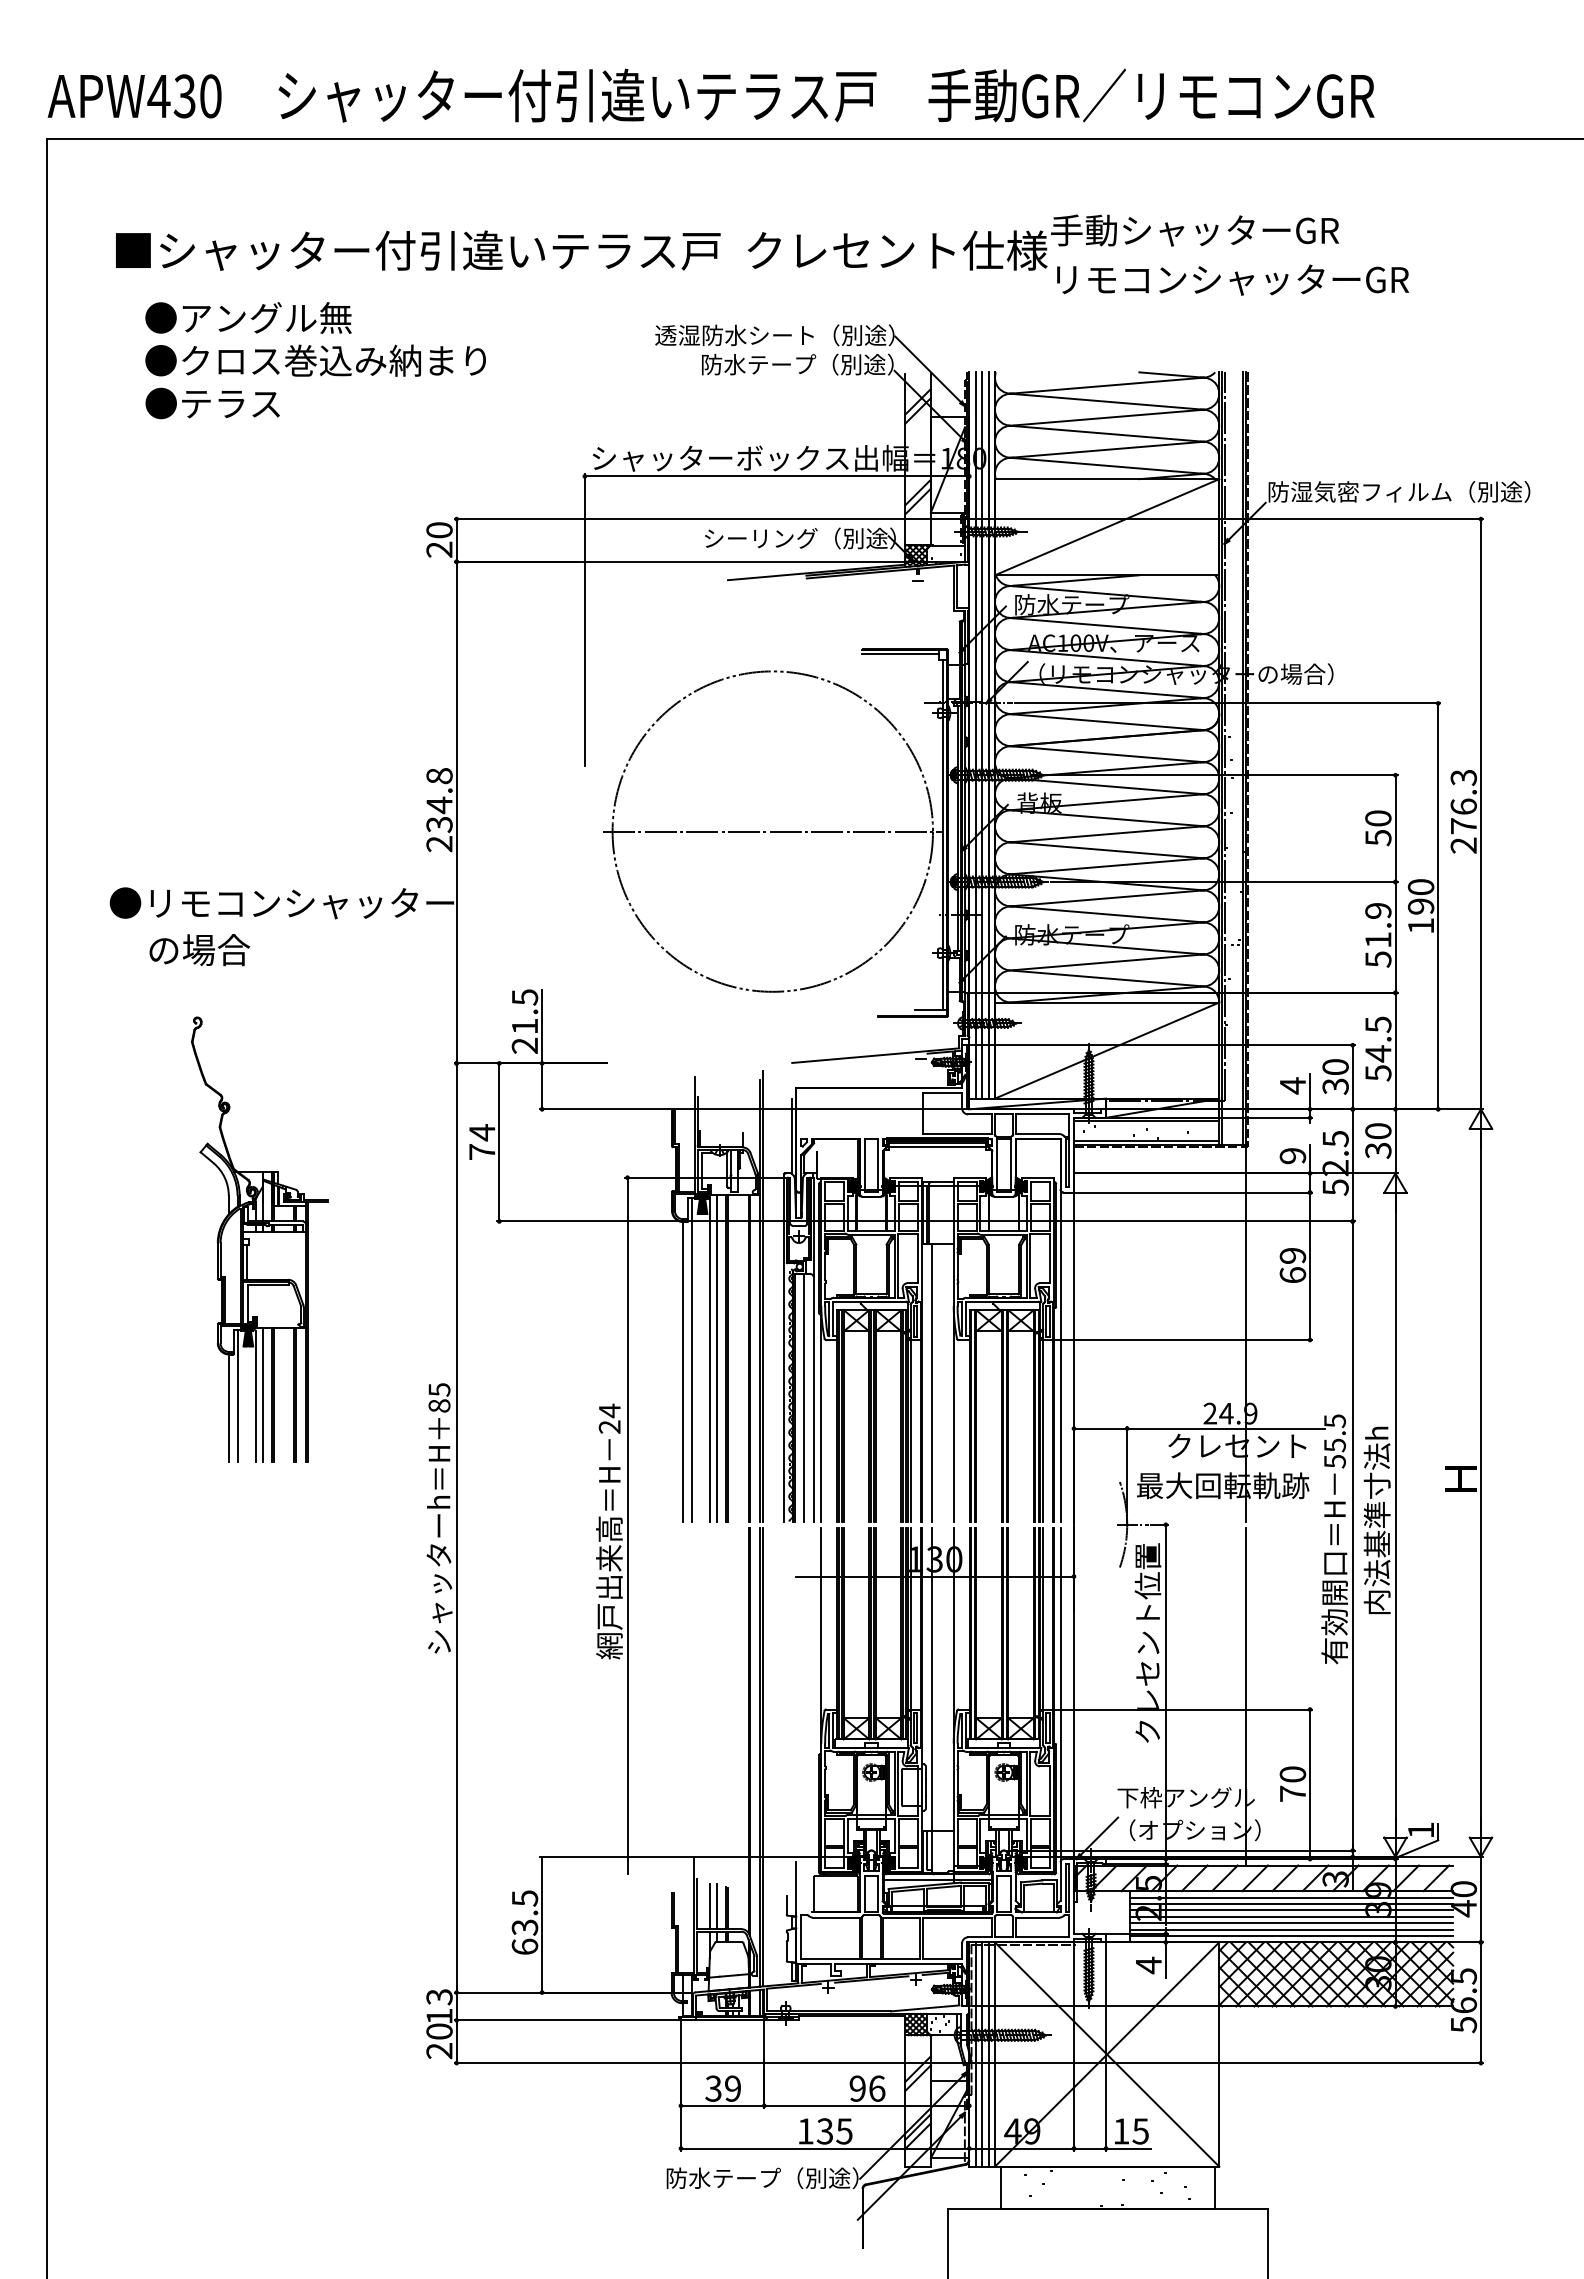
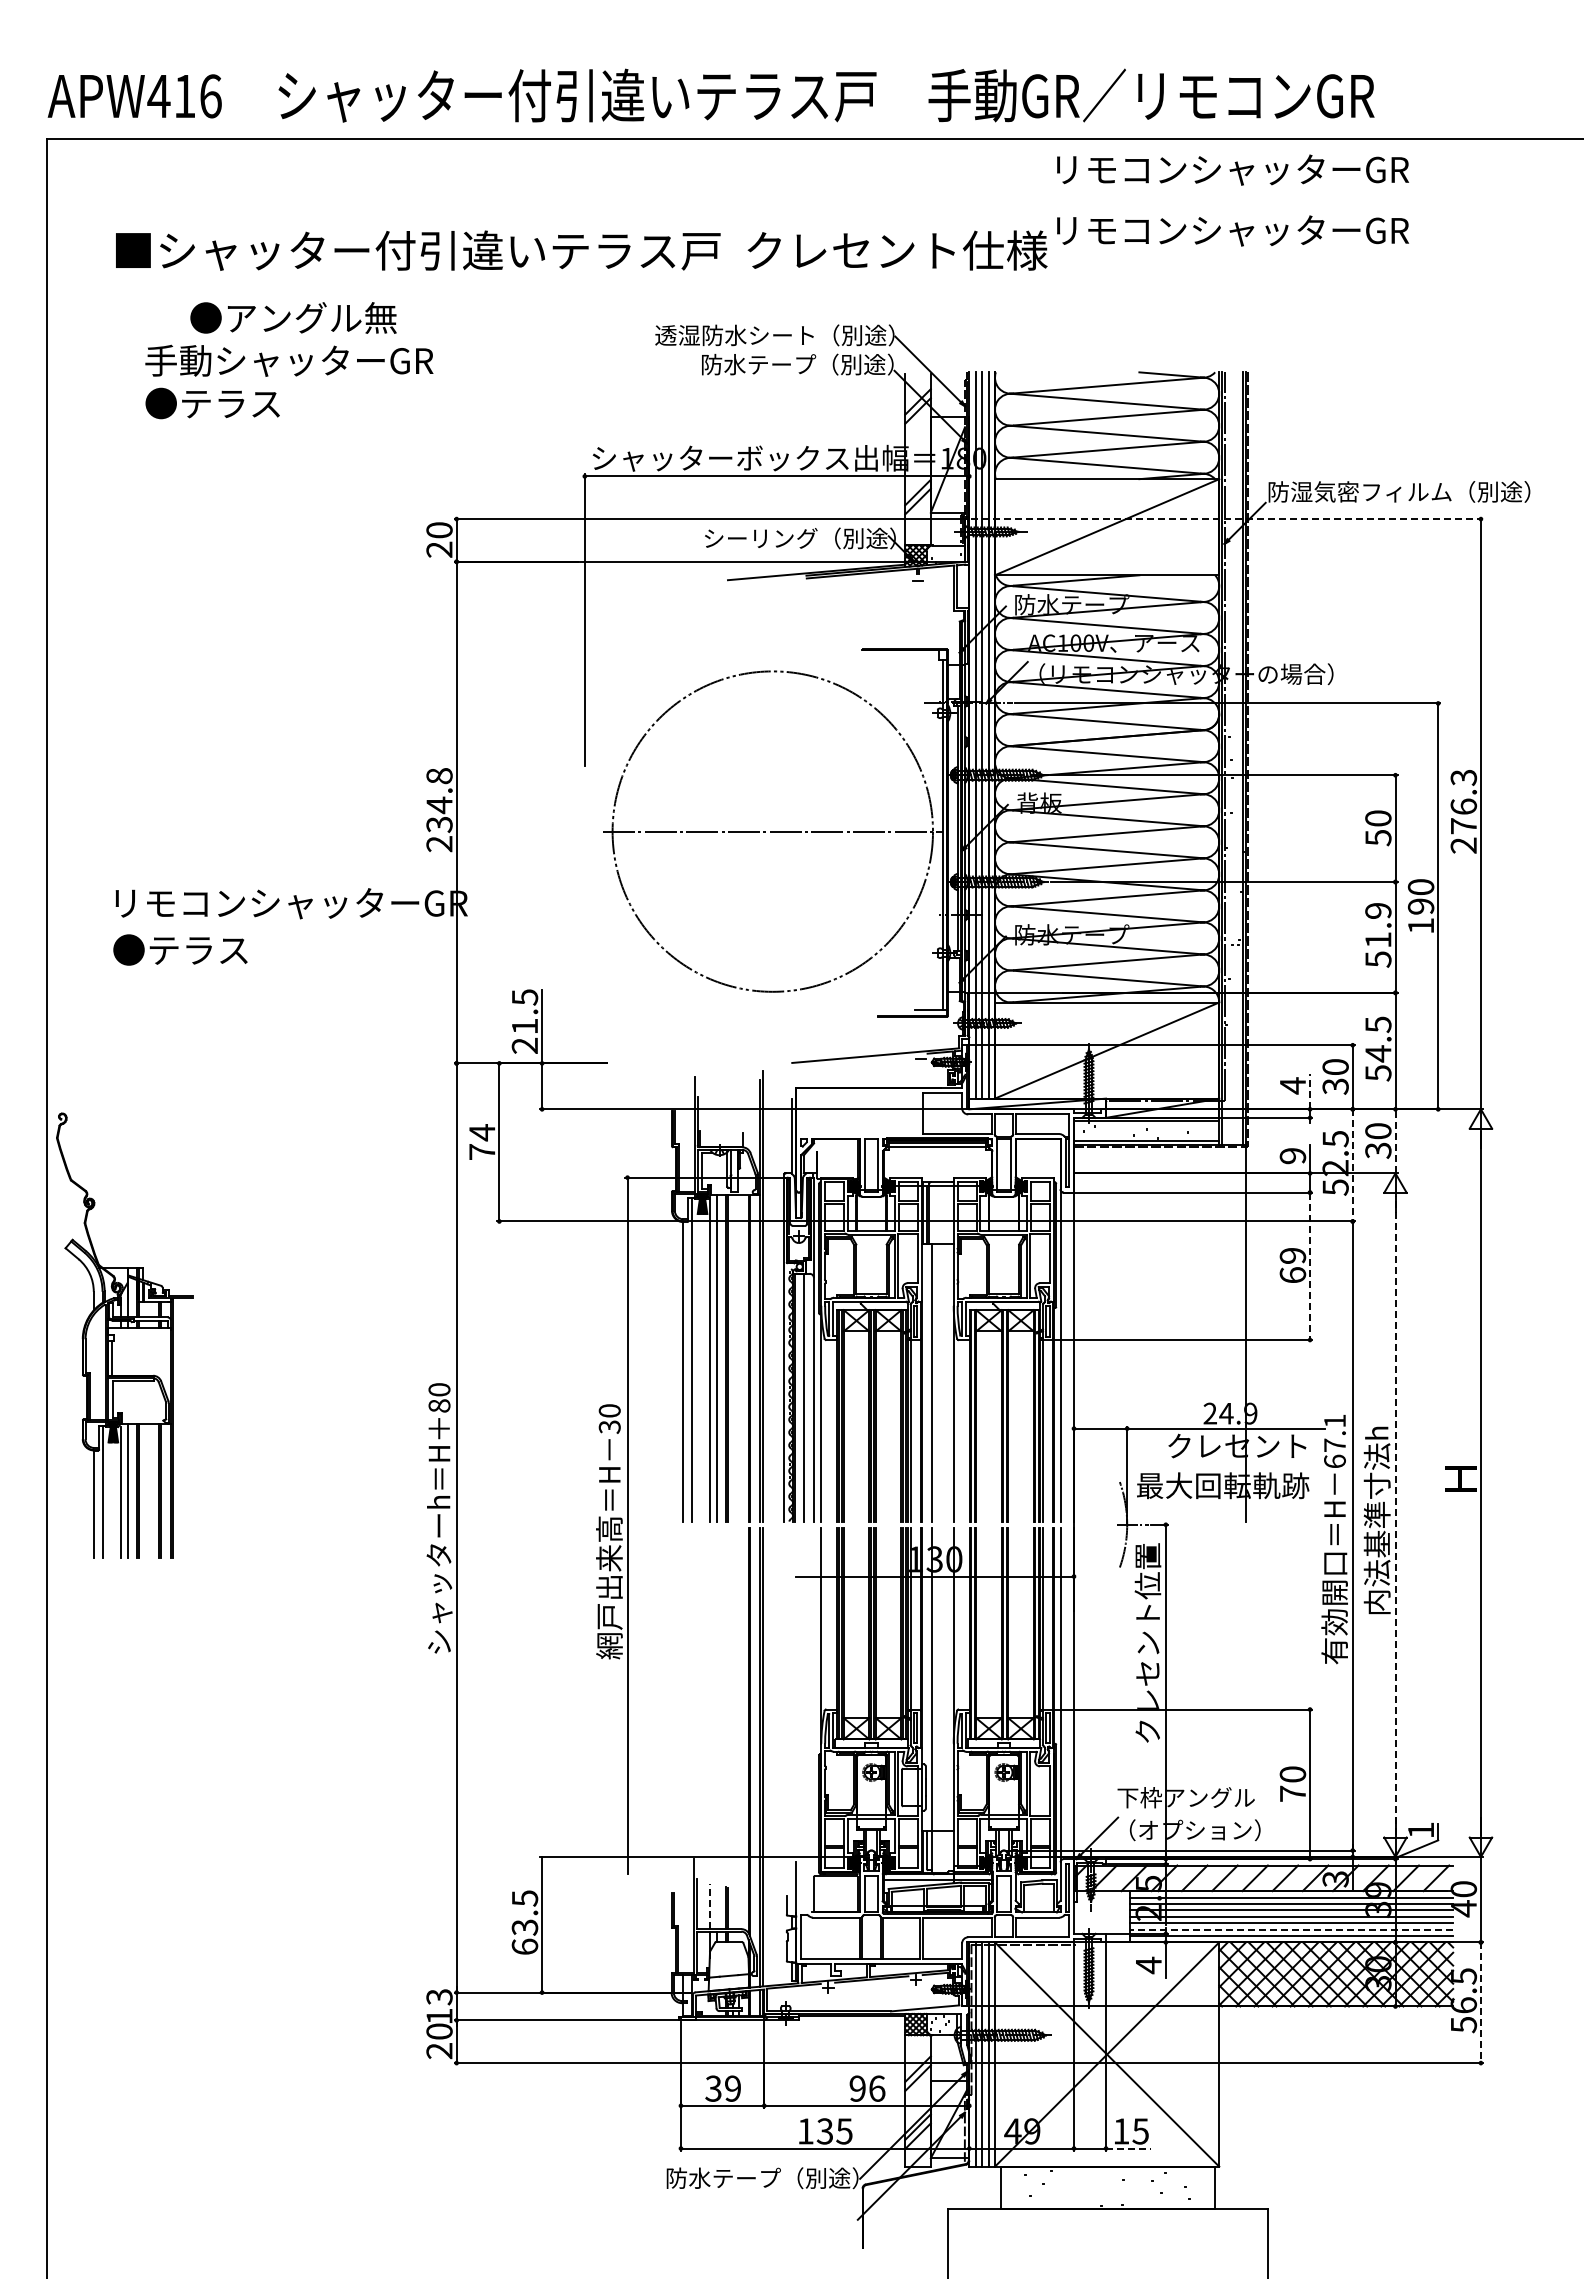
text at (197, 96): APW430 -> APW416
text at (1230, 230): 手動シャッターGR -> リモコンシャッターGR
text at (1232, 279) position: (1232, 279) -> (1232, 169)
text at (248, 317) position: (248, 317) -> (293, 317)
text at (315, 360): ●クロス巻込み納まり -> 手動シャッターGR
line at (1227, 519): solid -> dashed
line at (900, 653): present -> none
text at (288, 903): ●リモコンシャッター -> リモコンシャッターGR
text at (181, 950): の場合 -> ●テラス
line at (1310, 1091): solid -> dashed
line at (1395, 1140): solid -> dashed
line at (1352, 1165): solid -> dashed
part at (259, 1239) position: (259, 1239) -> (124, 1335)
line at (1310, 1266): solid -> dashed
text at (439, 1389): 85 -> 80
text at (609, 1418): 24 -> 30
text at (1334, 1441): 55.5 -> 67.1
line at (1395, 1514): solid -> dashed
line at (1245, 1696): present -> none
line at (709, 1906): solid -> dashed
line at (717, 1906): present -> none
line at (1291, 1929): solid -> dashed
line at (1480, 2003): solid -> dashed
line at (1128, 2148): solid -> dashed
